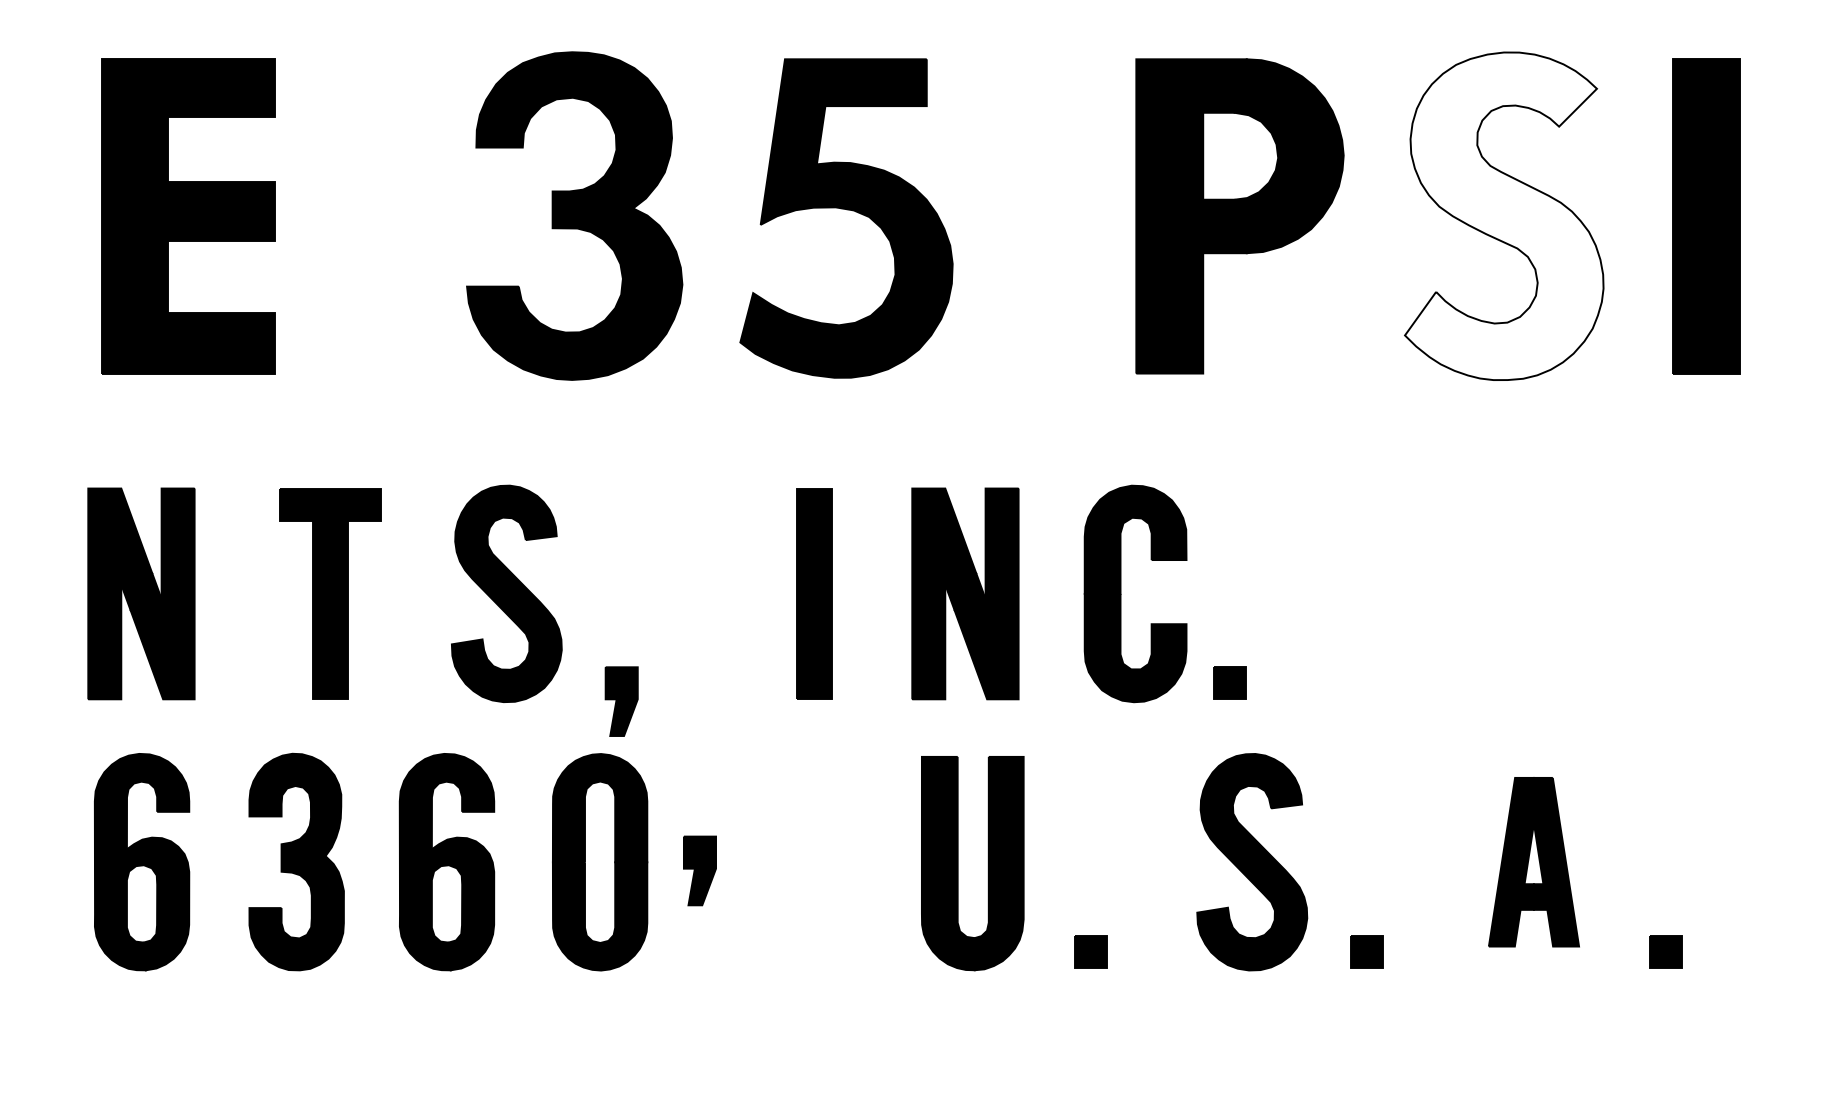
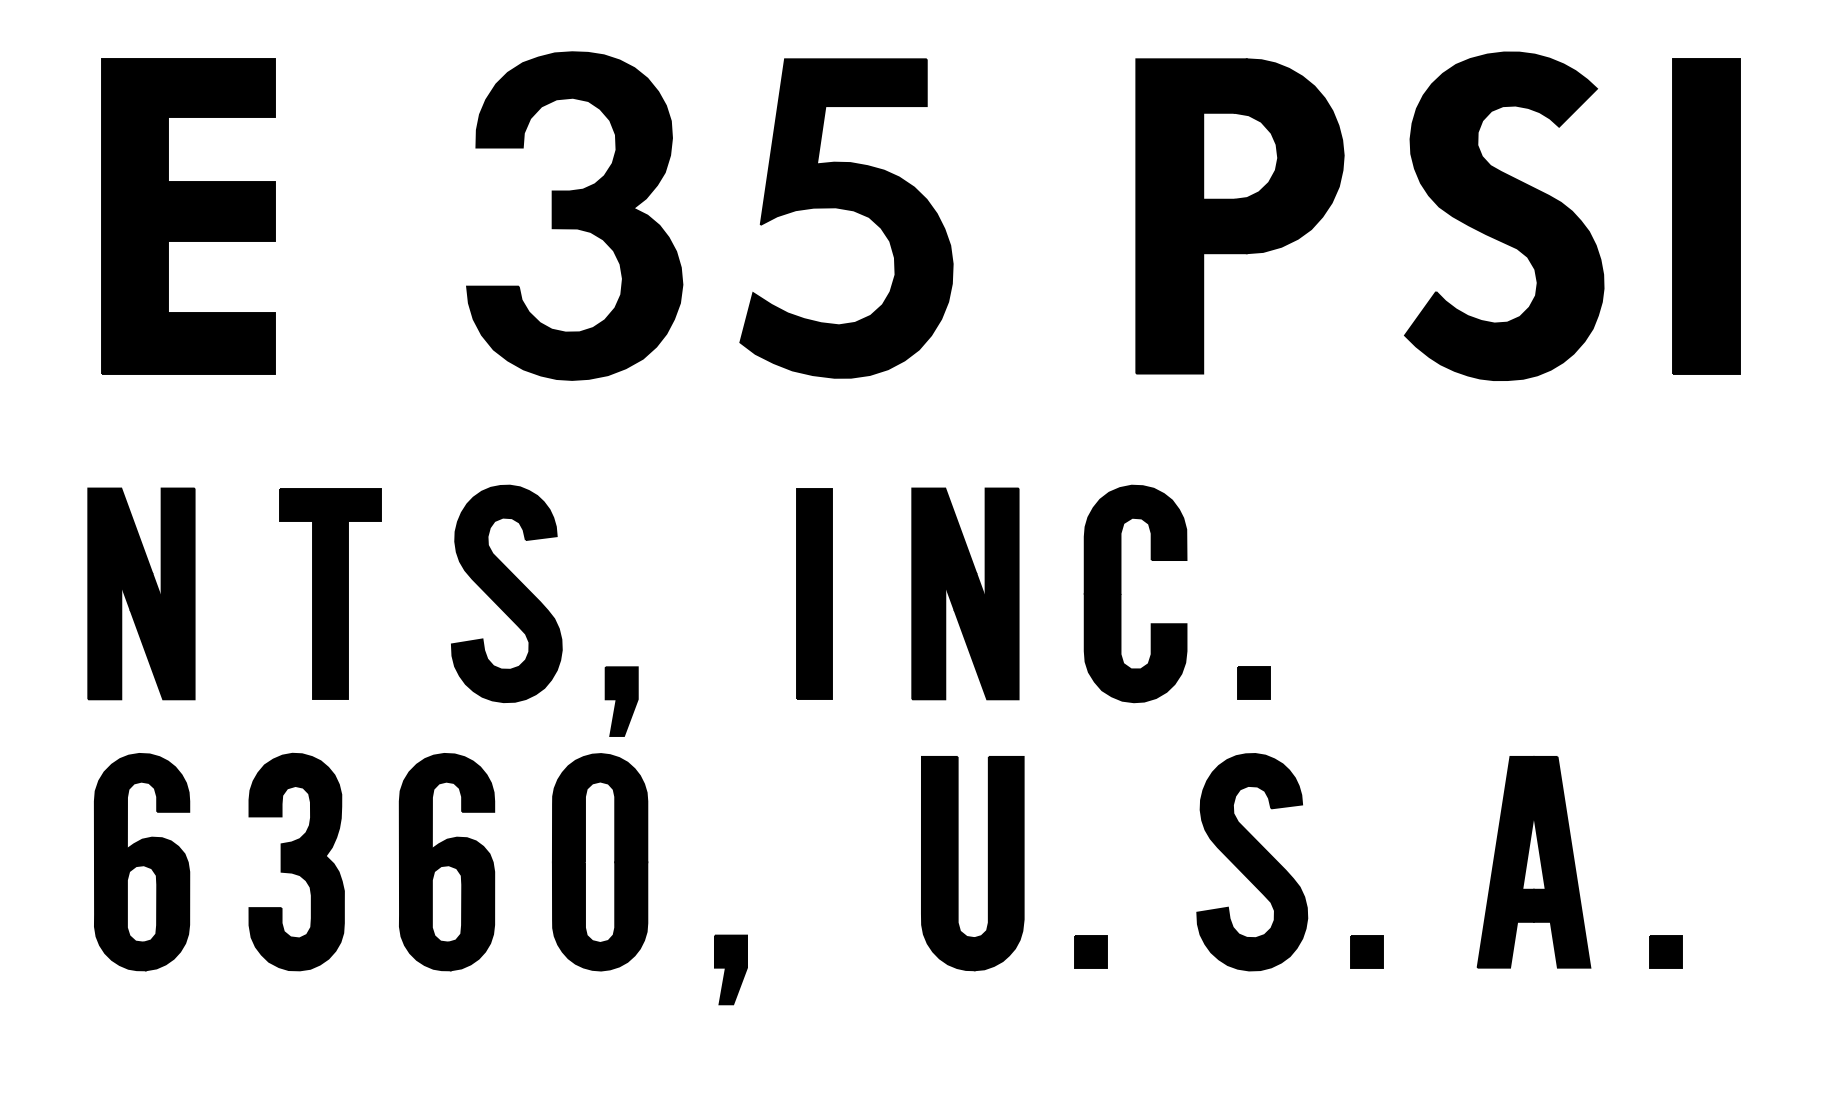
fill at (1503, 216): none -> present
part at (1229, 682) position: (1229, 682) -> (1253, 682)
part at (1533, 862) size: 92x171 px -> 116x214 px
part at (699, 870) position: (699, 870) -> (730, 969)
